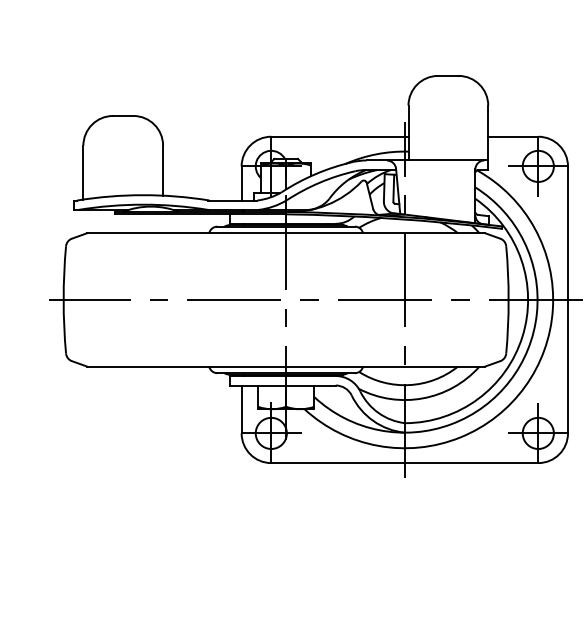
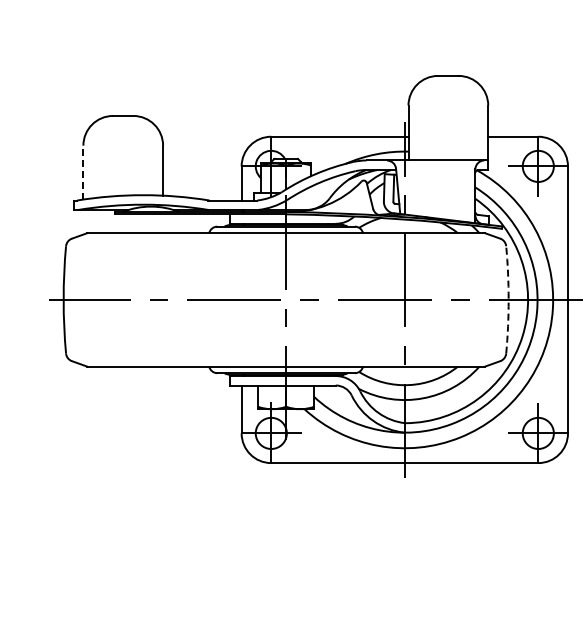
line at (83, 172): solid -> dashed
arc at (508, 299): solid -> dashed
